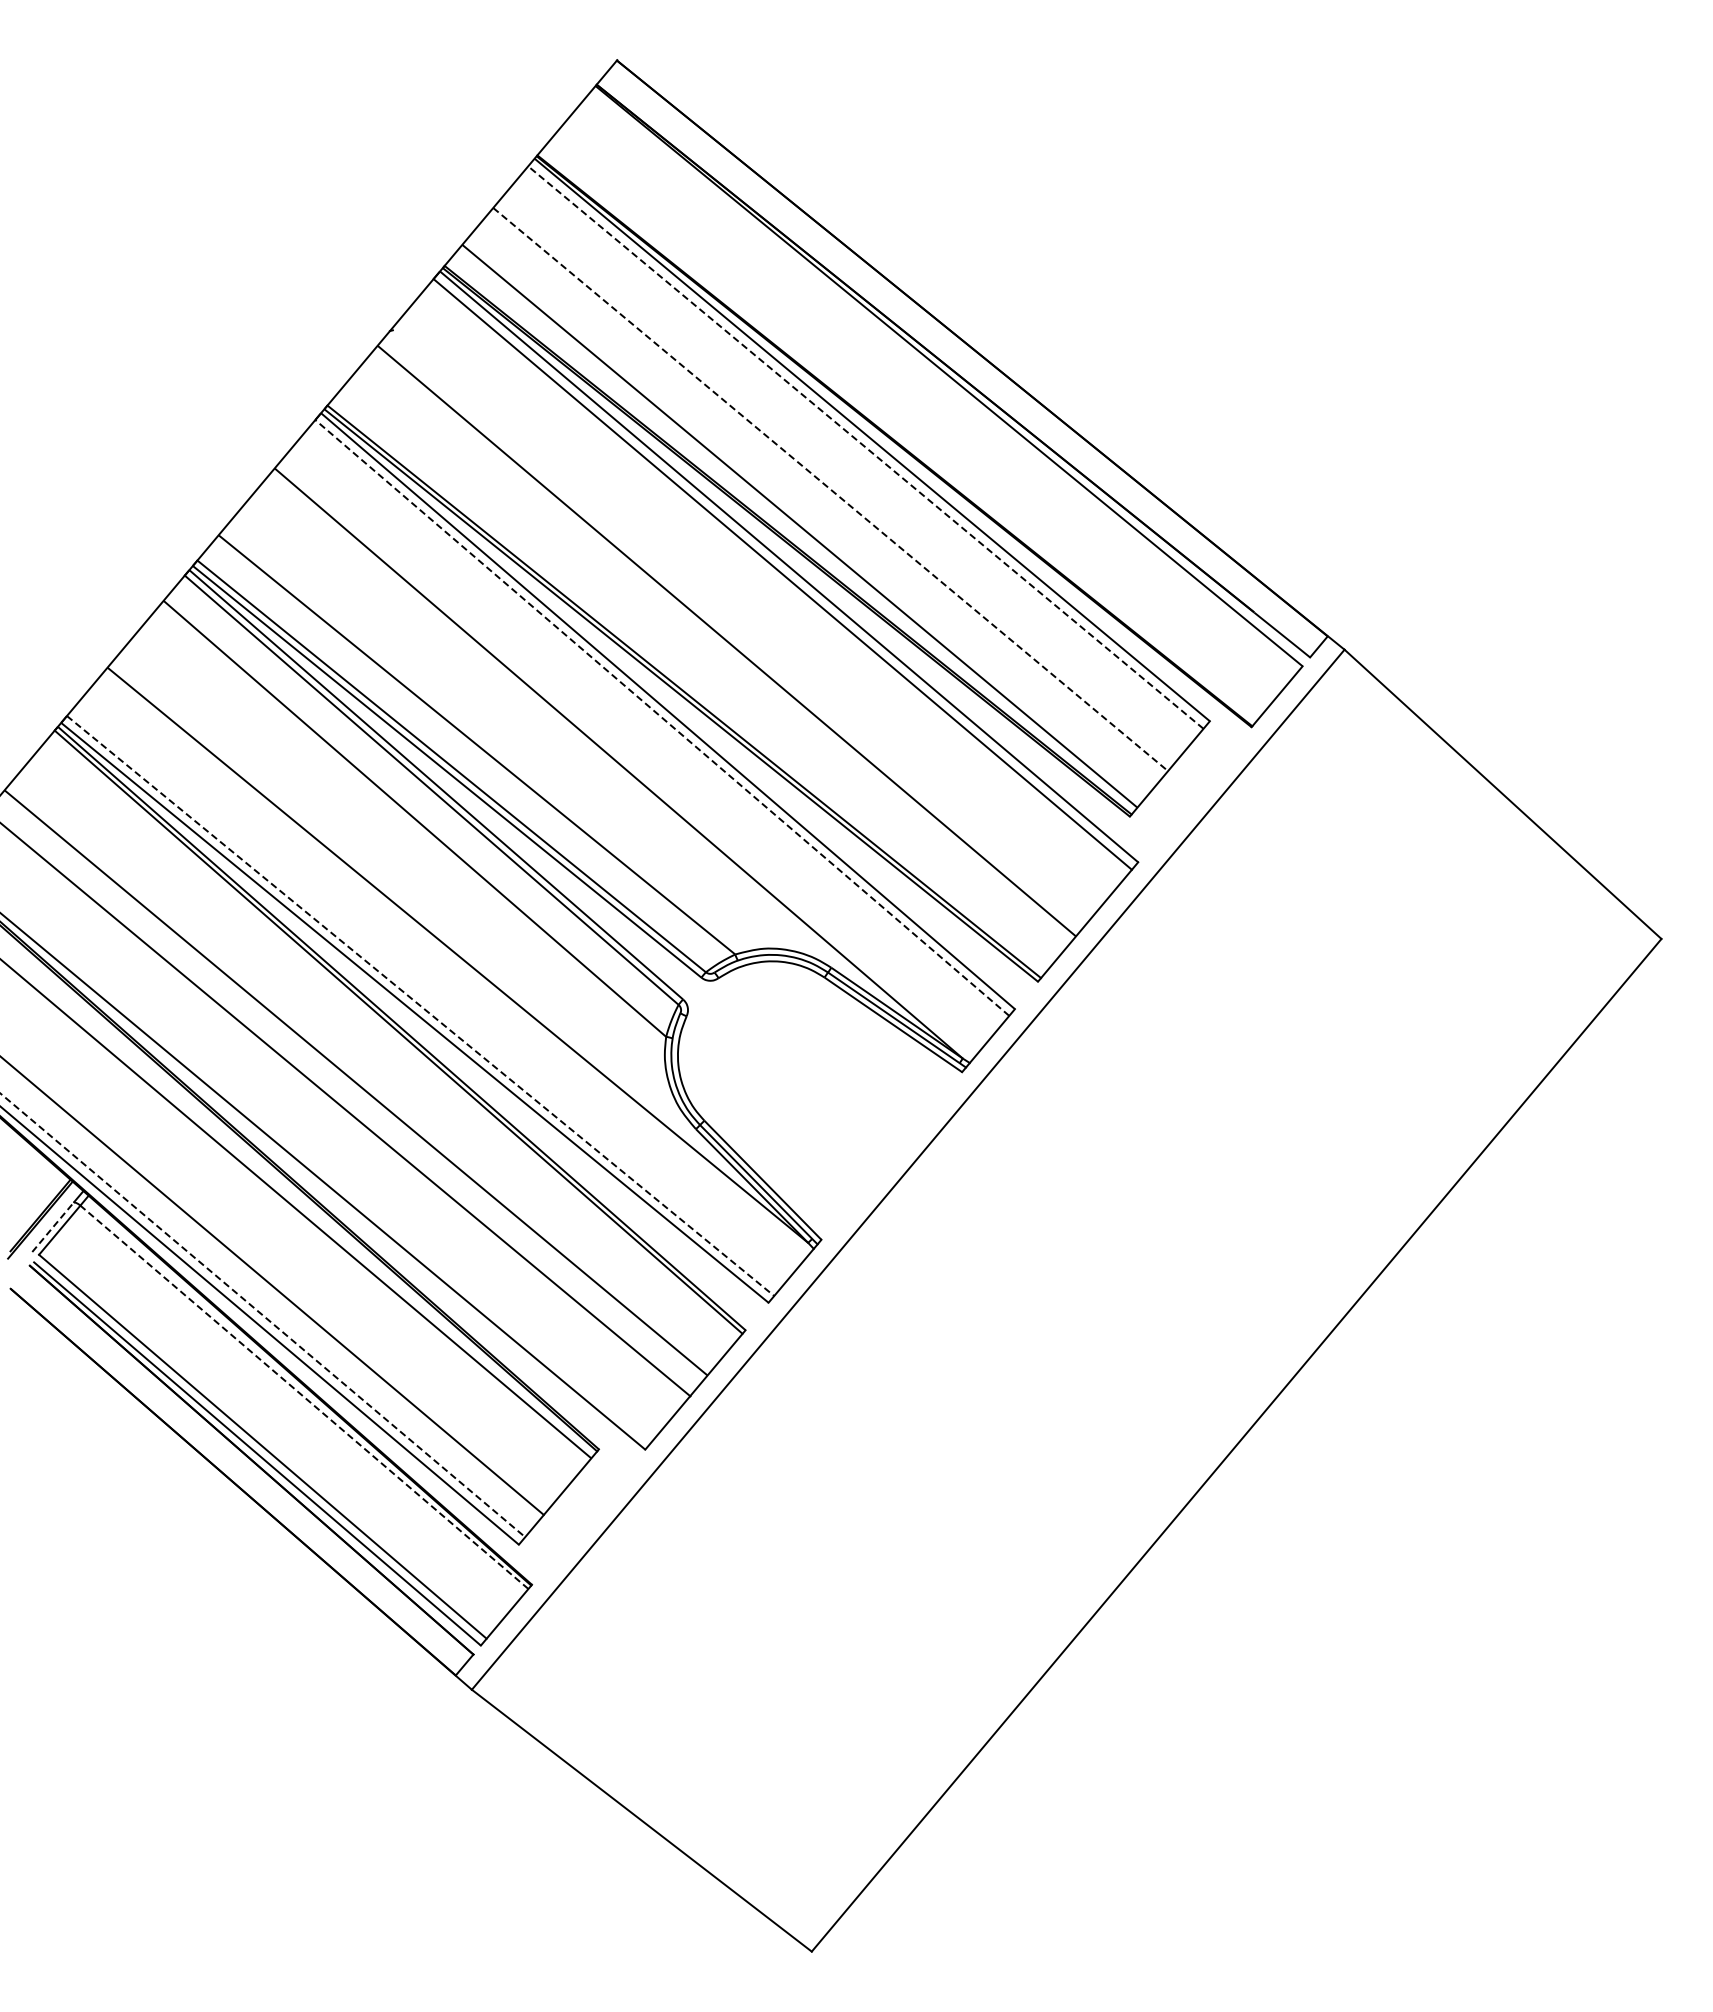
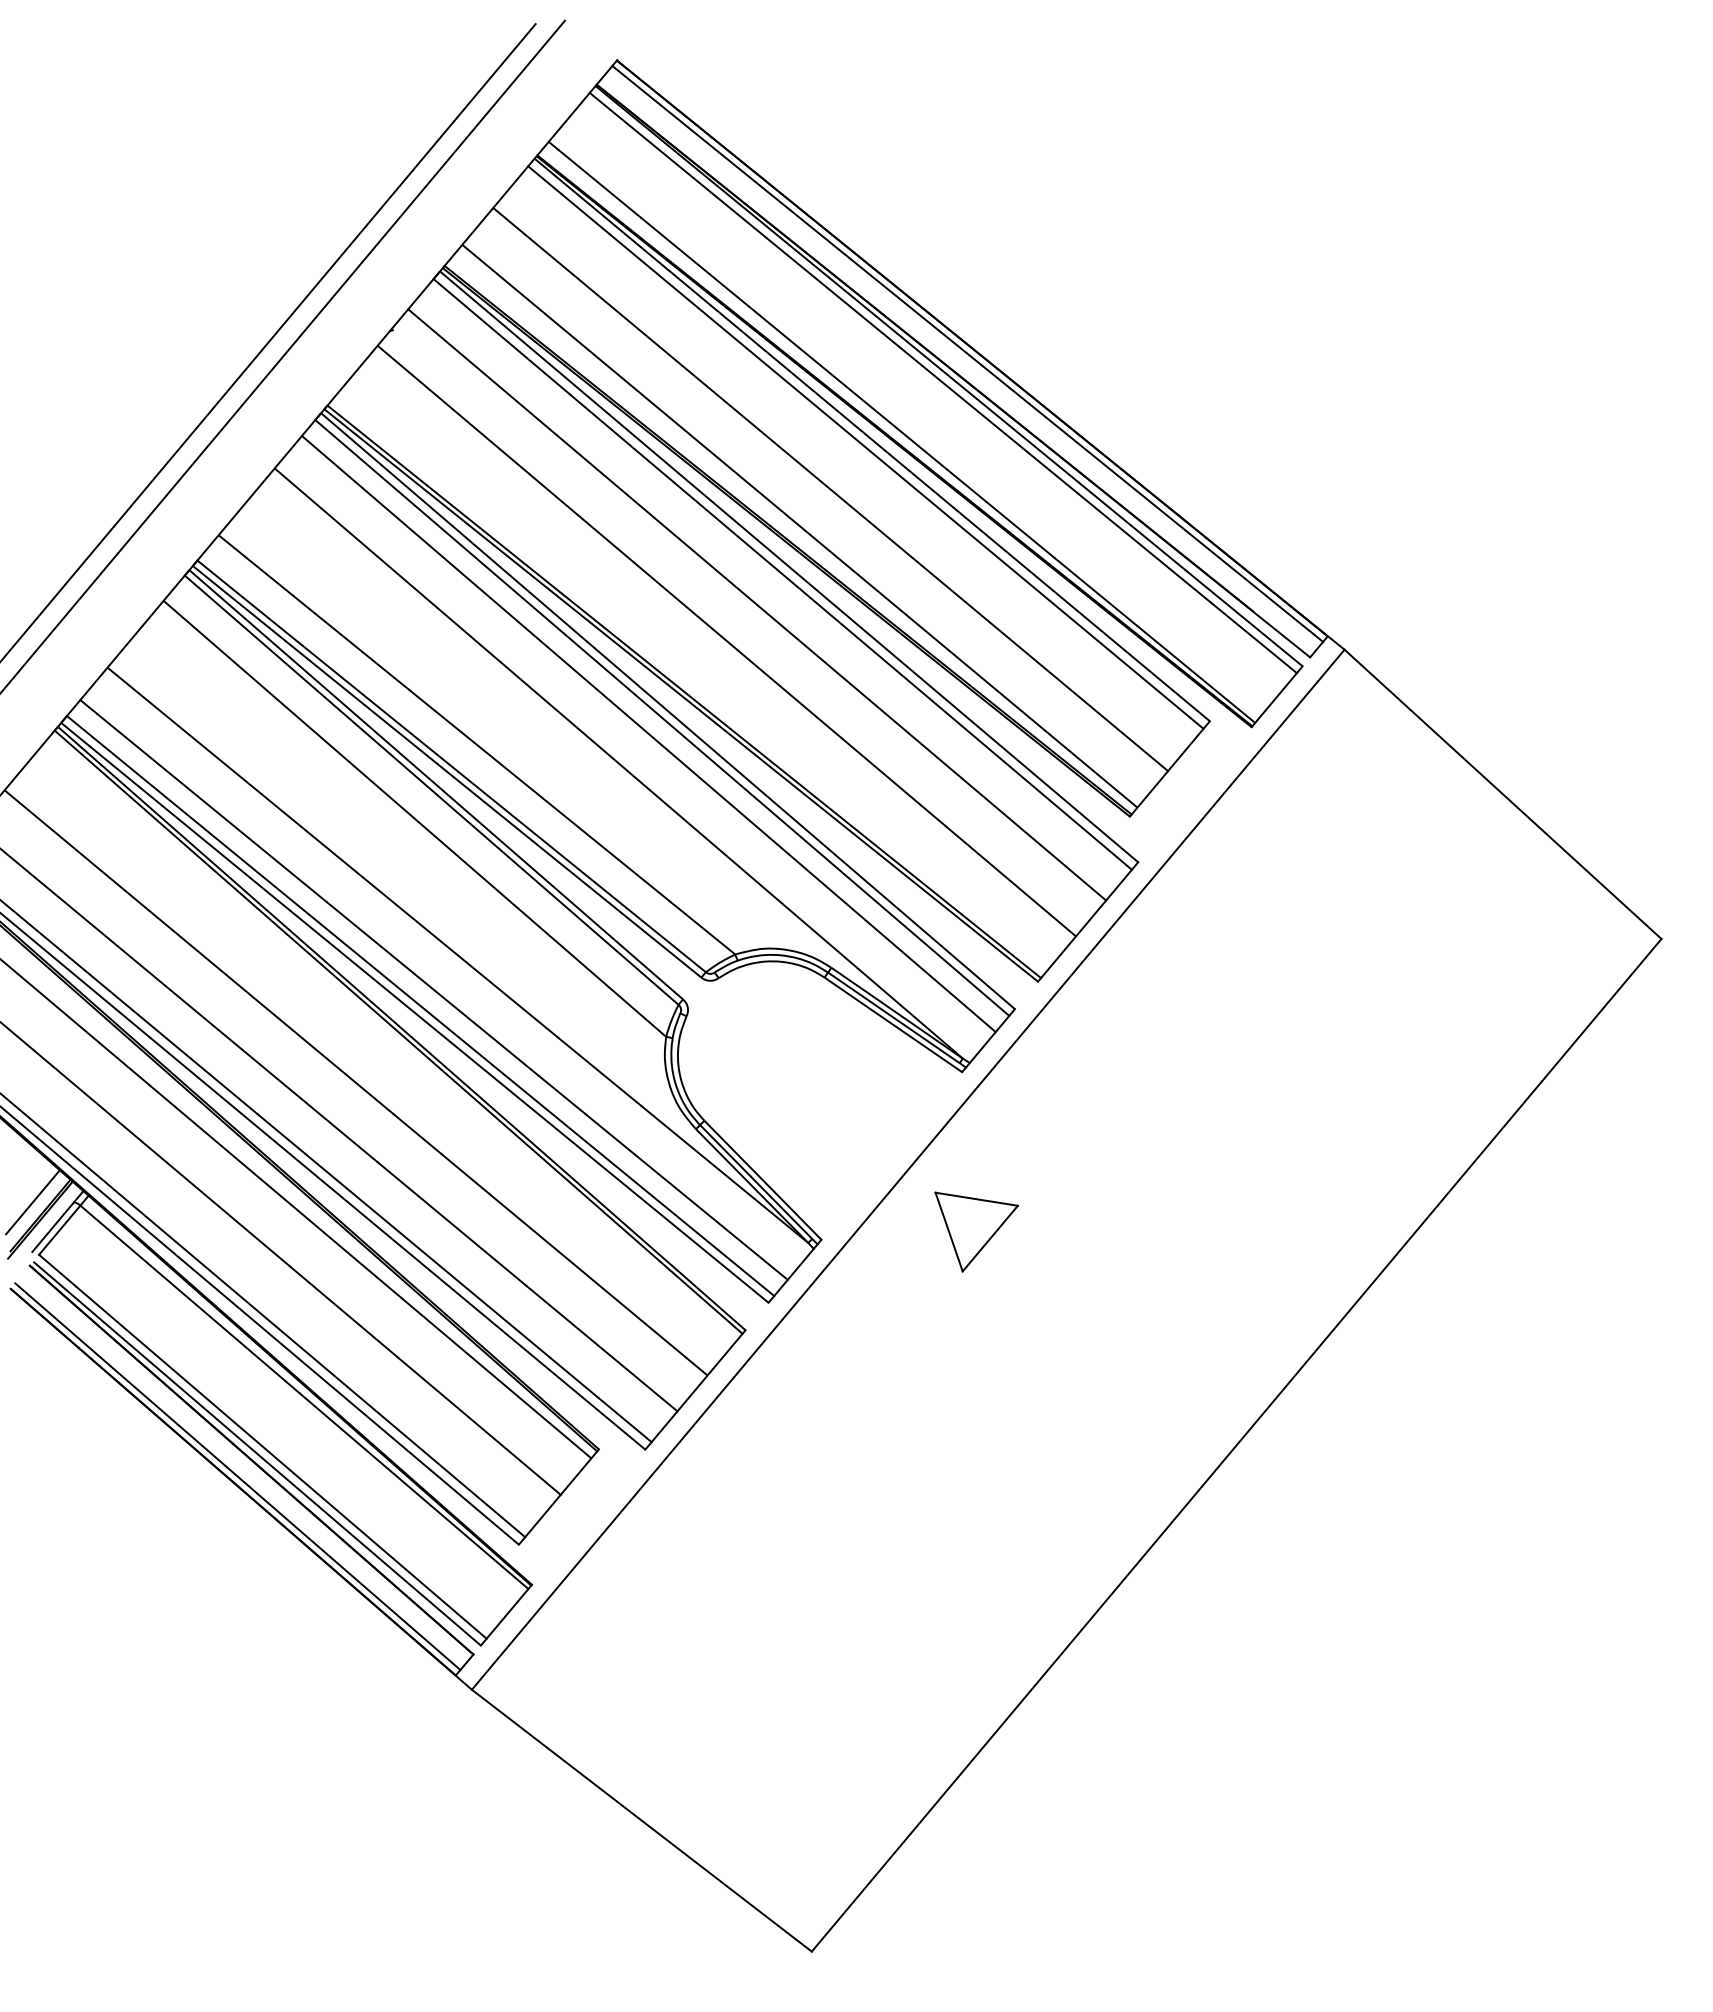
line at (268, 341): none -> present
line at (967, 353): none -> present
line at (283, 355): none -> present
line at (942, 382): none -> present
line at (901, 431): none -> present
line at (865, 447): dashed -> solid
line at (831, 489): dashed -> solid
line at (757, 604): none -> present
line at (661, 717): dashed -> solid
line at (648, 734): none -> present
line at (433, 989): none -> present
line at (421, 1006): dashed -> solid
line at (346, 1110) position: (346, 1110) -> (339, 1130)
line at (326, 1171): none -> present
line at (32, 1202): none -> present
line at (53, 1227): dashed -> solid
part at (976, 1231): none -> present
line at (272, 1285) position: (272, 1285) -> (281, 1258)
line at (263, 1315): dashed -> solid
line at (304, 1397): dashed -> solid
line at (237, 1476): none -> present
